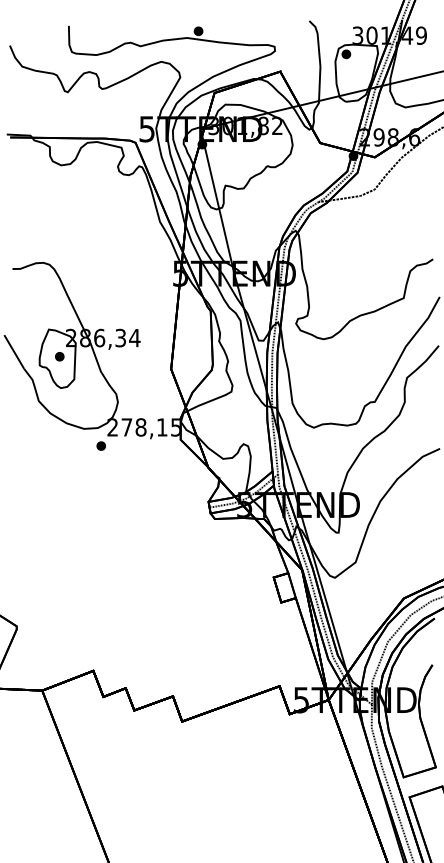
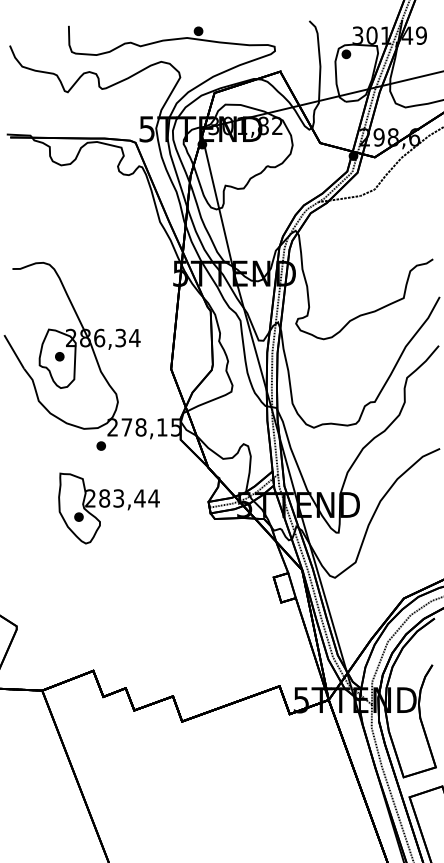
part at (108, 508): none -> present
